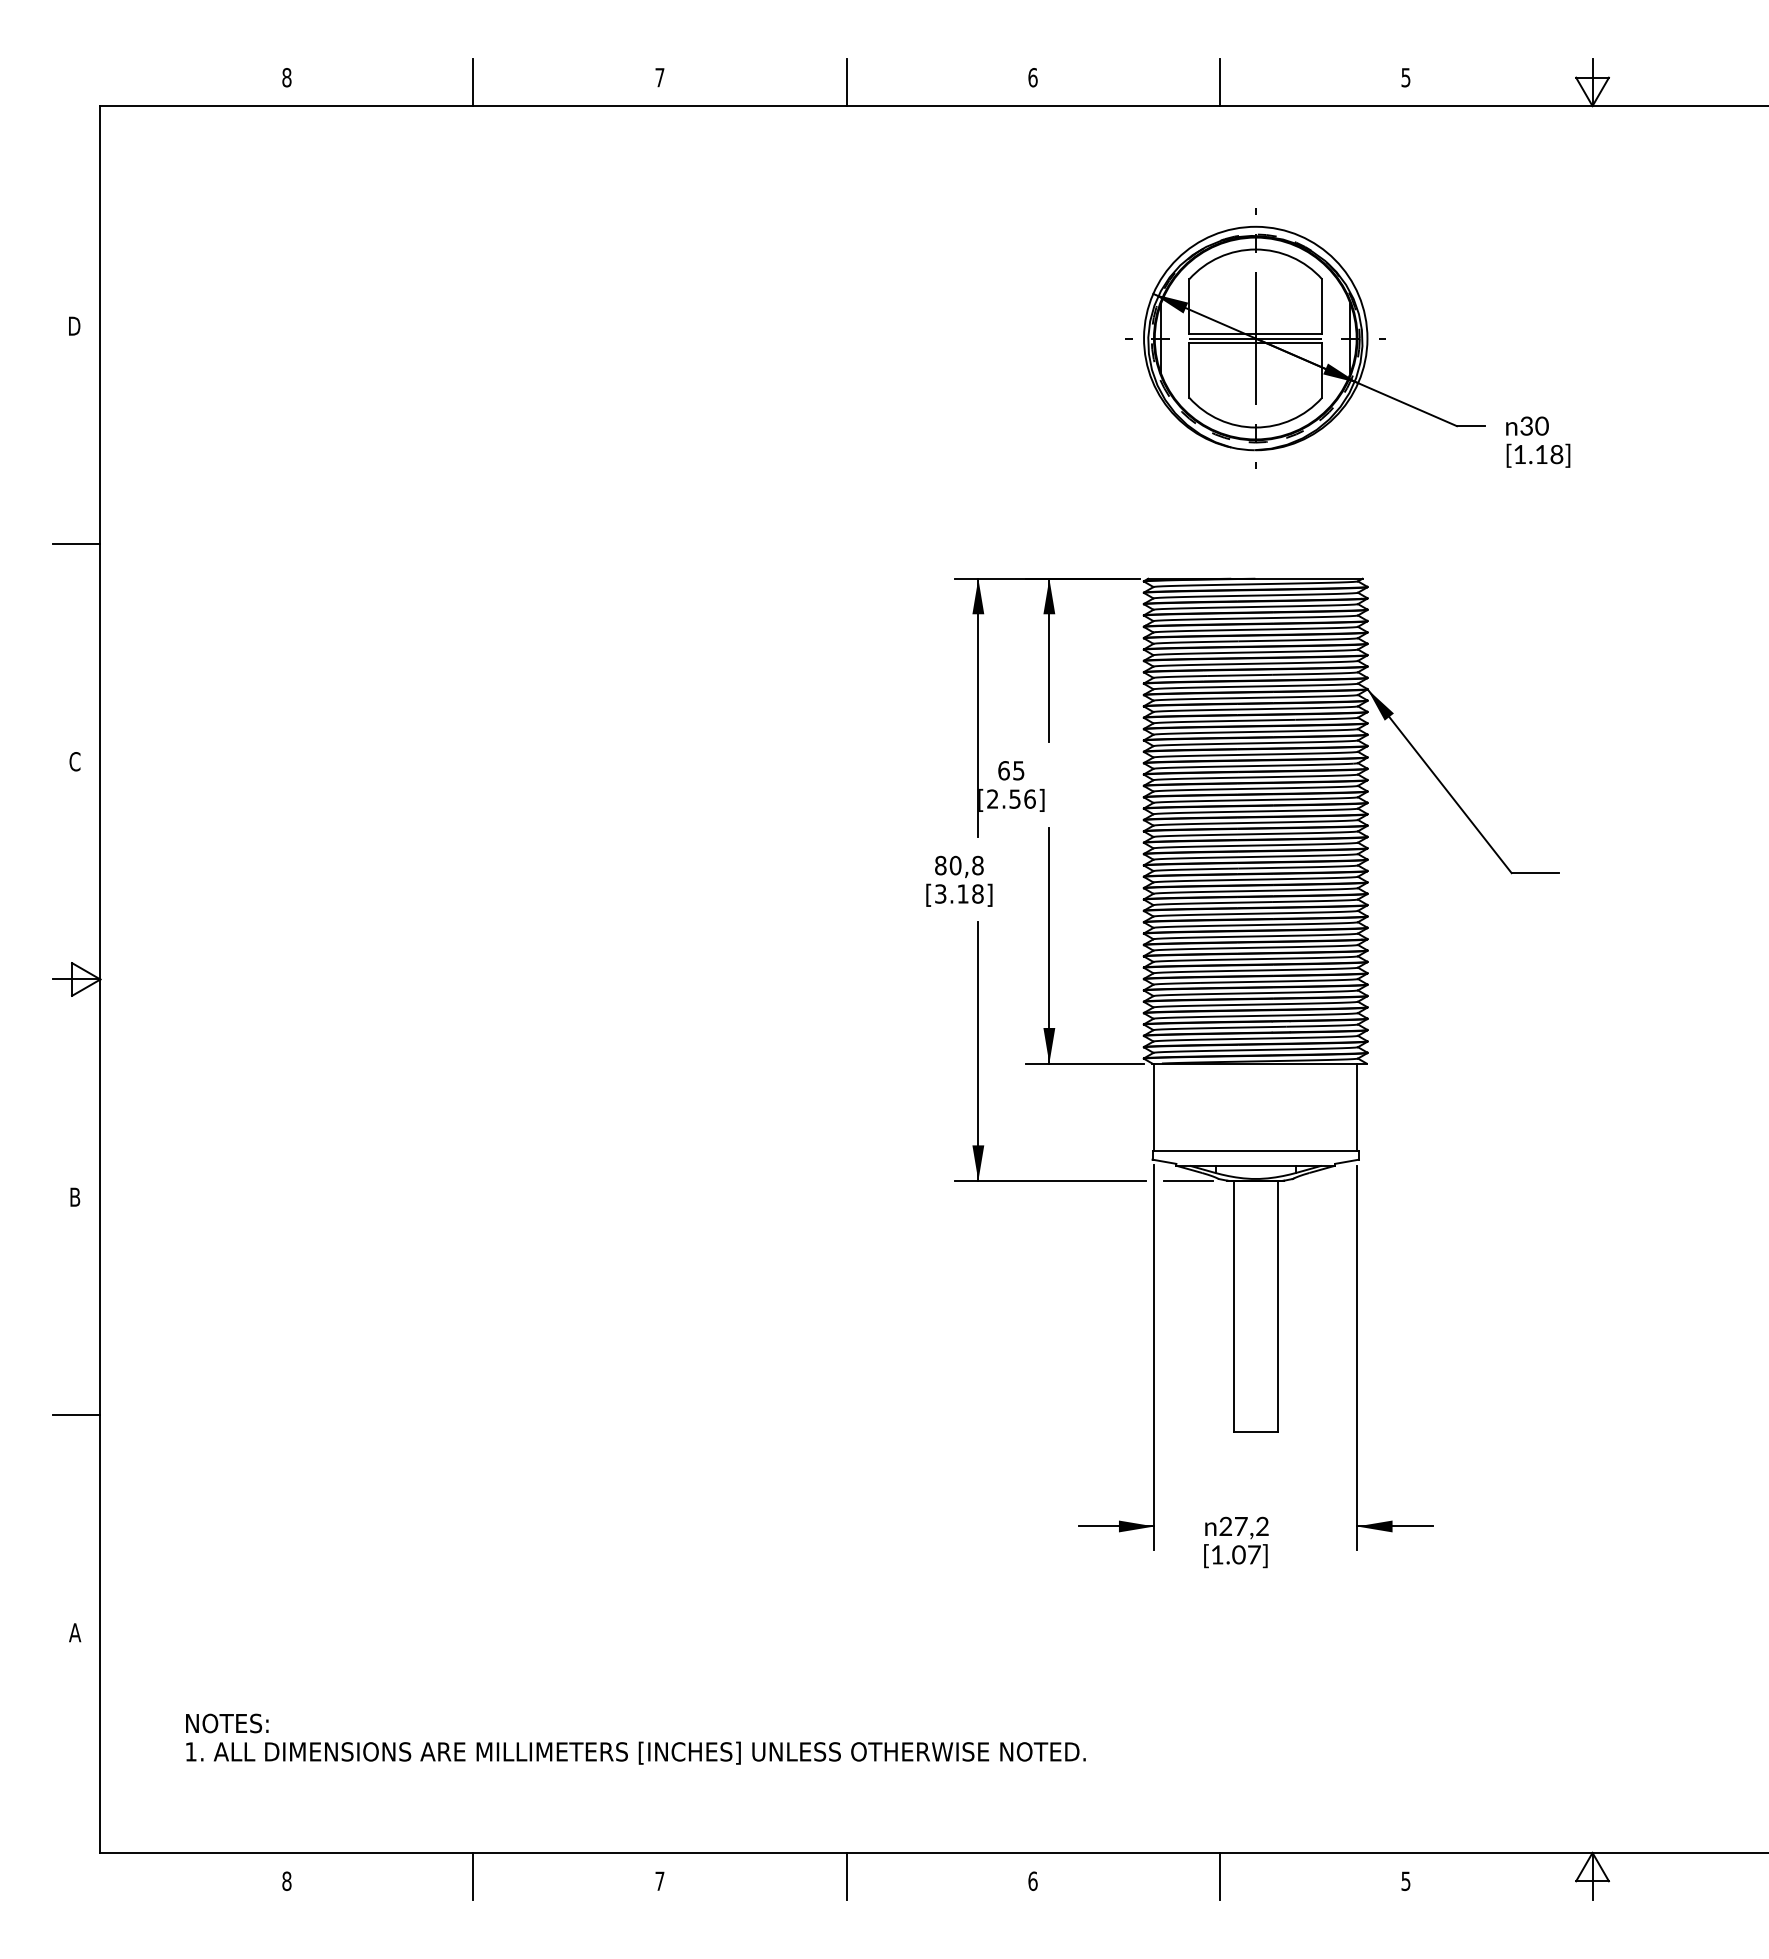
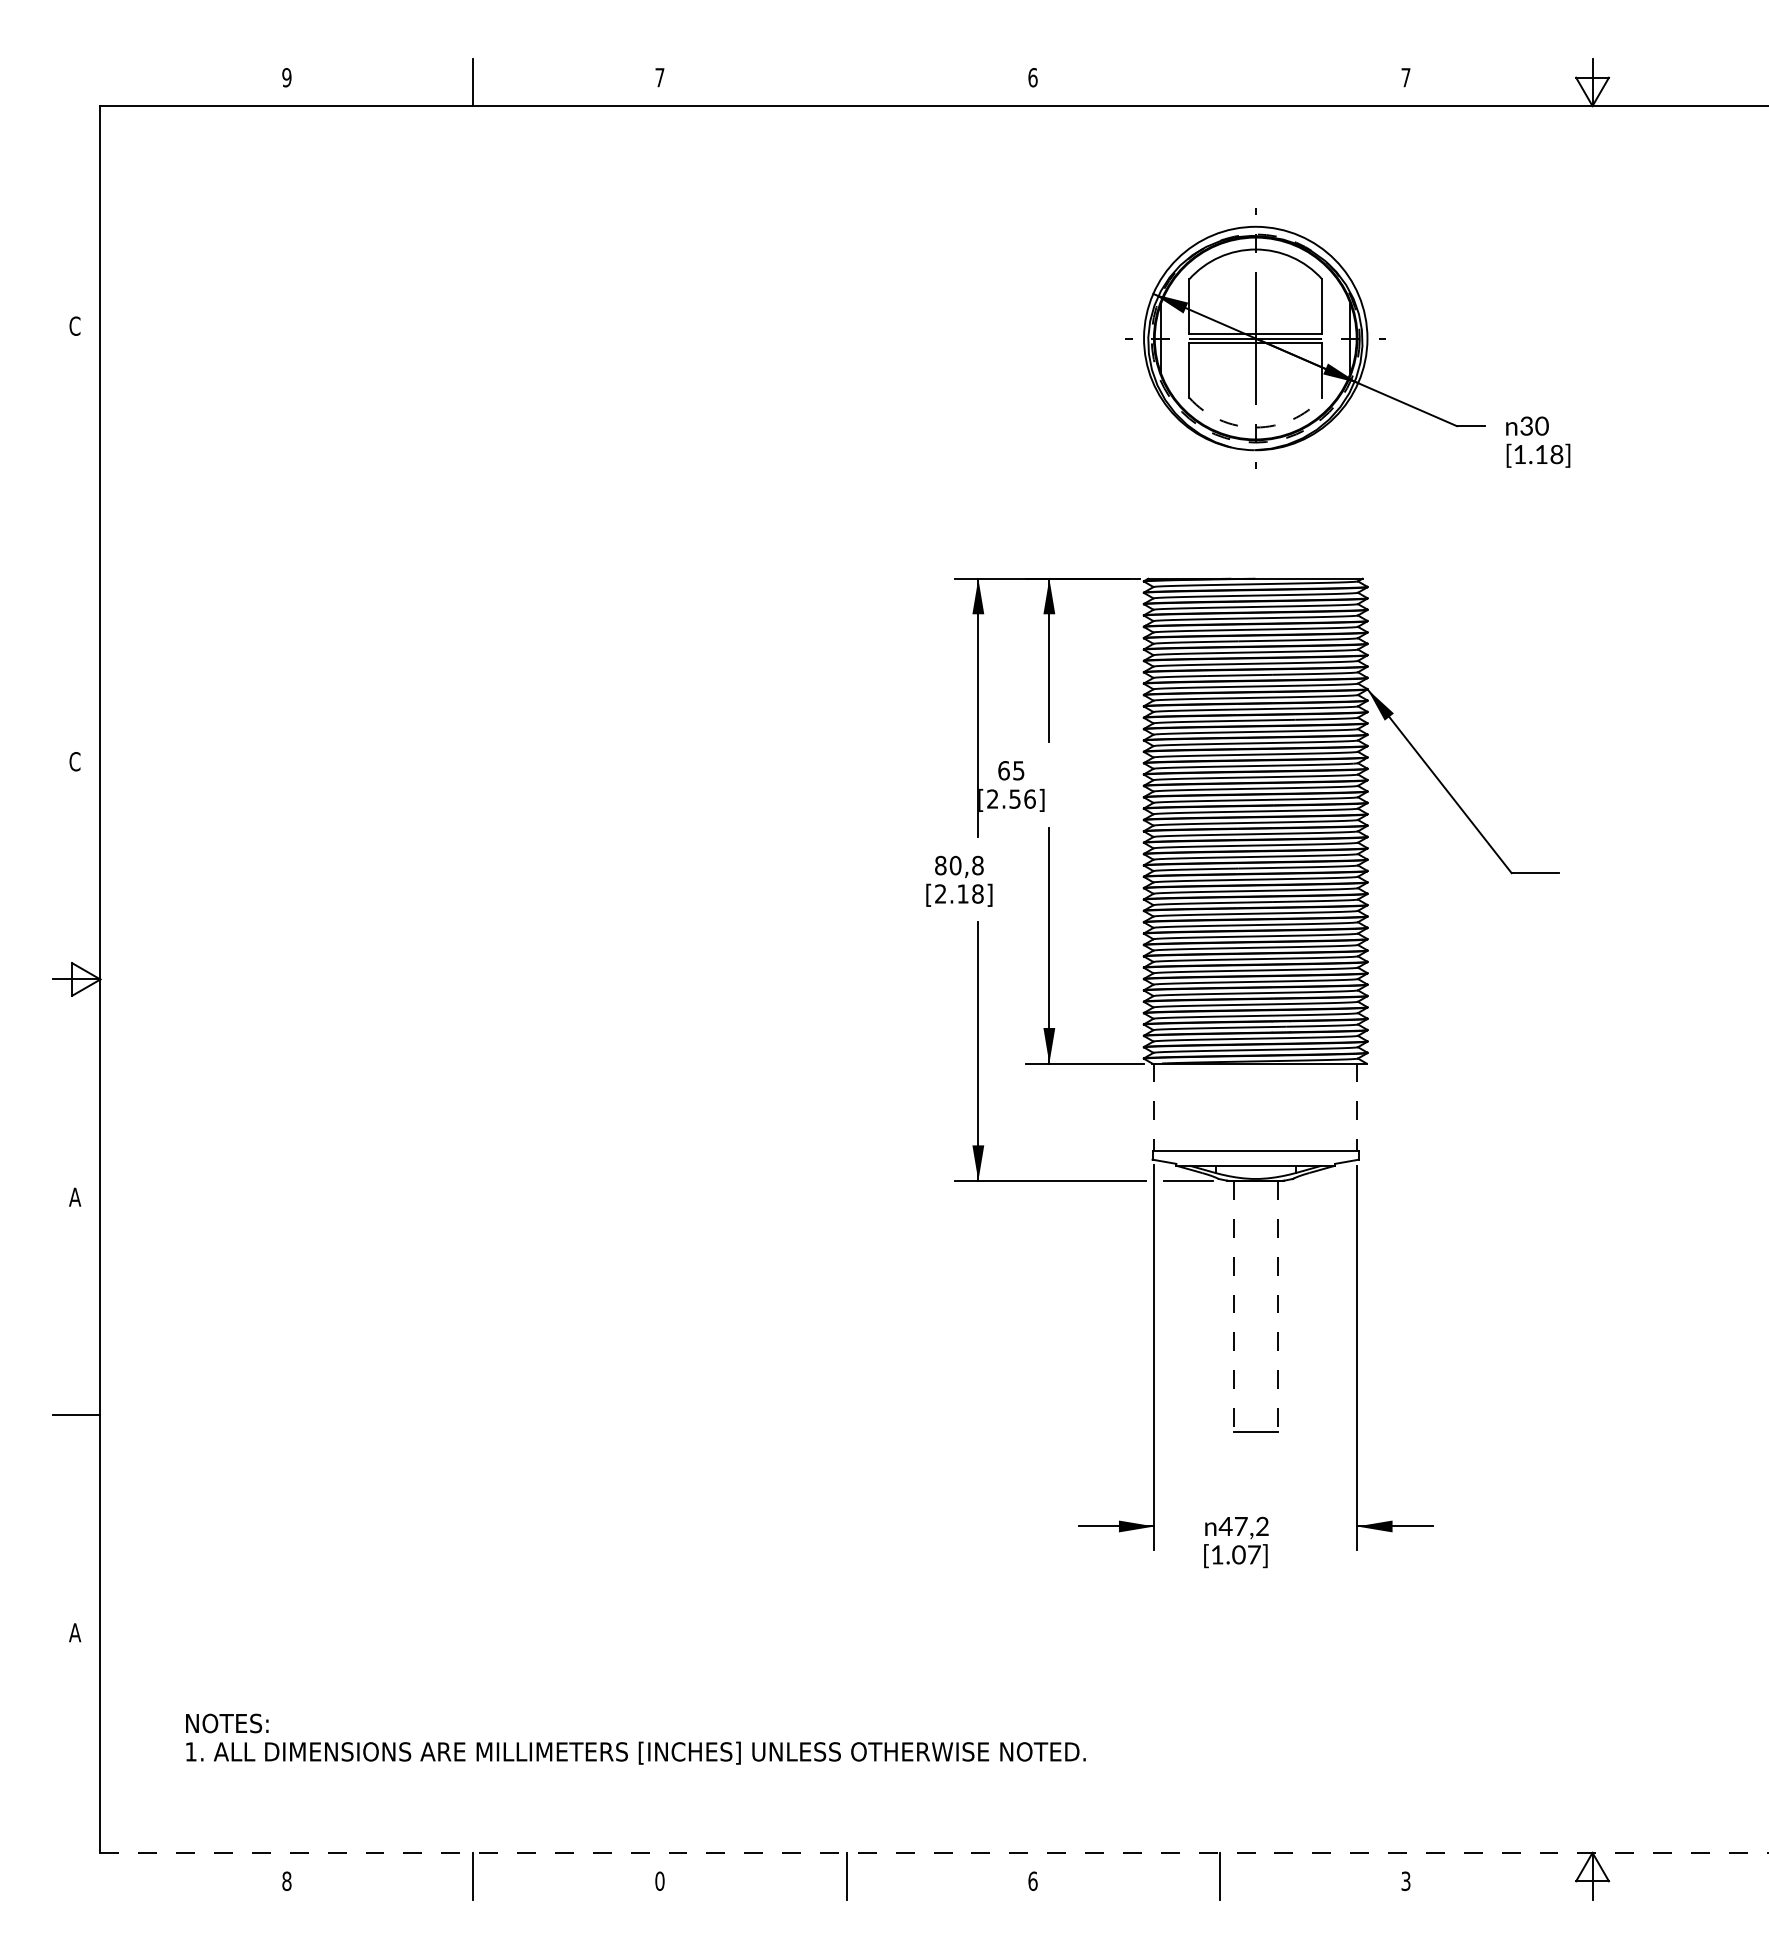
text at (286, 77): 8 -> 9
text at (1405, 77): 5 -> 7
line at (846, 82): present -> none
line at (1219, 82): present -> none
text at (74, 325): D -> C
arc at (1255, 427): solid -> dashed
line at (76, 543): present -> none
text at (940, 893): [3.18] -> [2.18]
line at (1154, 1107): solid -> dashed
line at (1357, 1107): solid -> dashed
text at (75, 1196): B -> A
line at (1233, 1306): solid -> dashed
line at (1277, 1306): solid -> dashed
text at (1225, 1525): 27,2 -> 47,2
line at (934, 1852): solid -> dashed
text at (659, 1880): 7 -> 0
text at (1406, 1880): 5 -> 3
